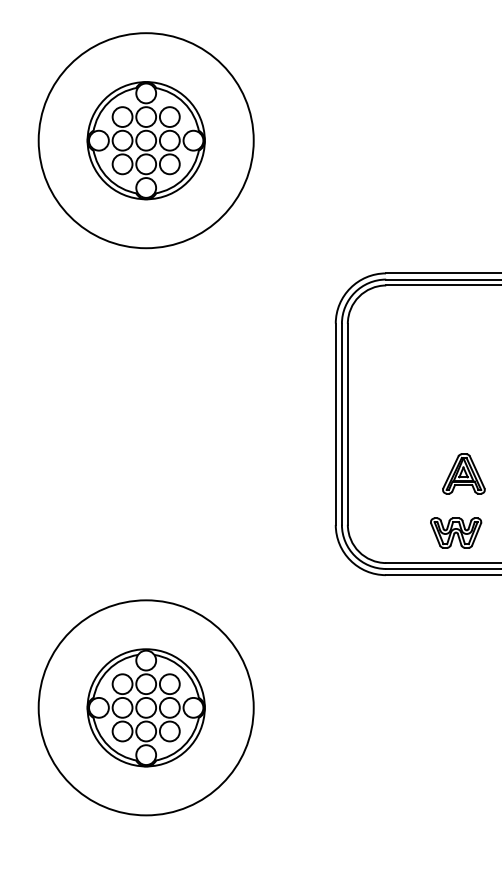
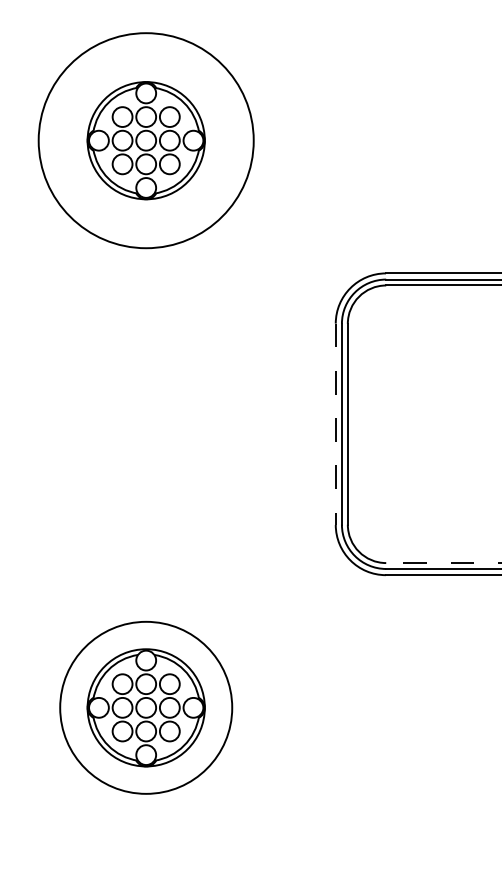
line at (335, 424): solid -> dashed
part at (463, 473): present -> none
part at (456, 532): present -> none
line at (443, 563): solid -> dashed
circle at (145, 707) diameter: 215 px -> 172 px
